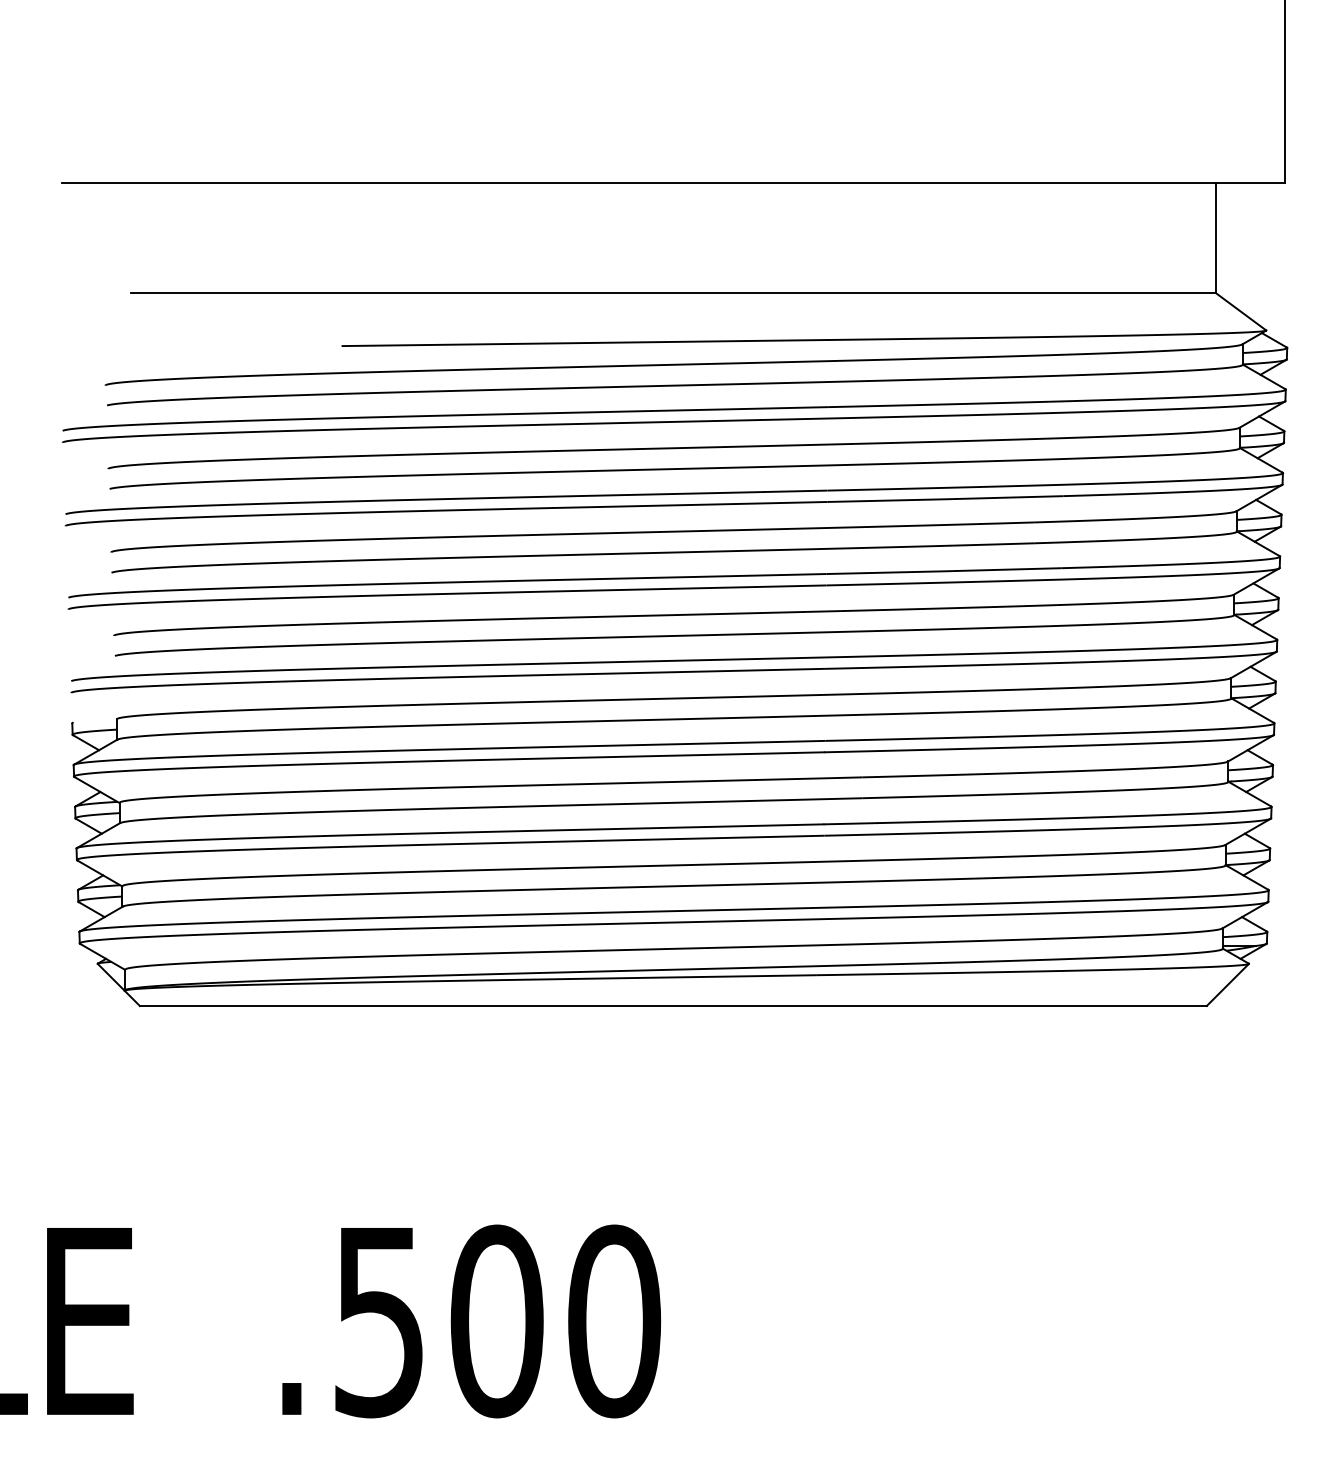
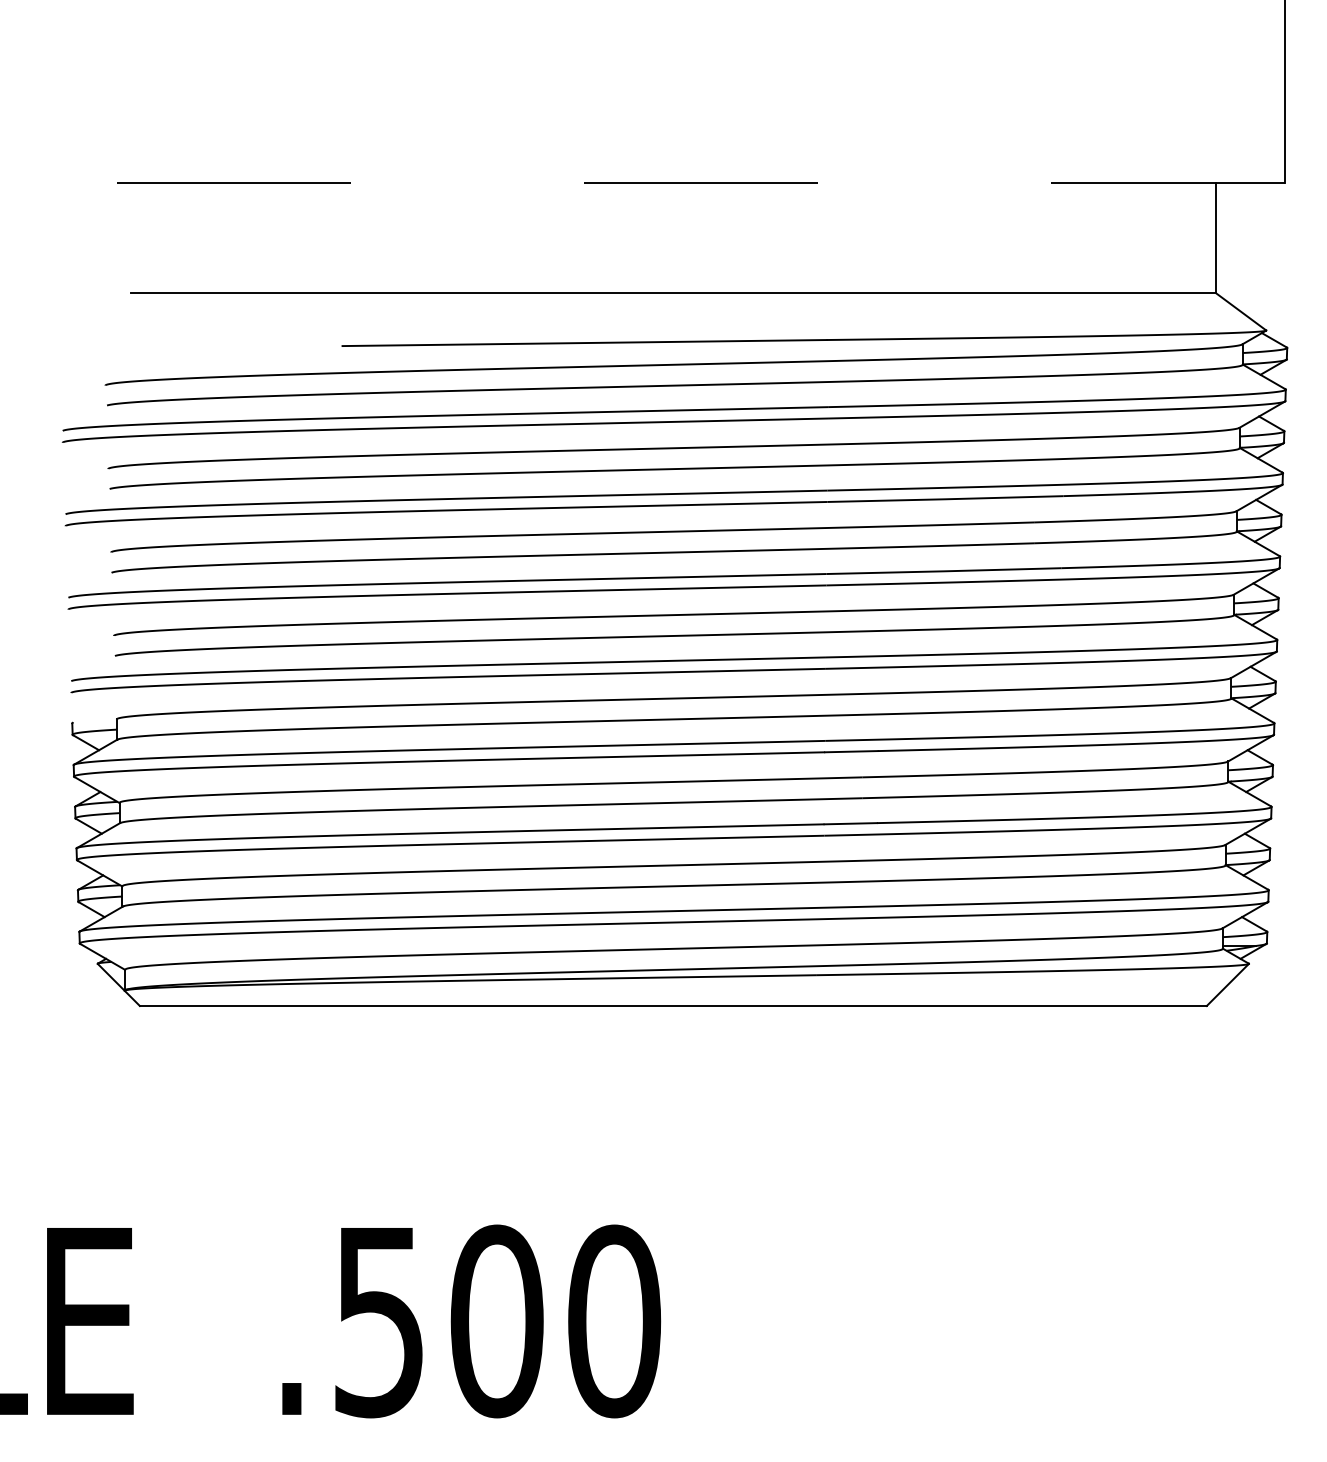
line at (673, 182): solid -> dashed
